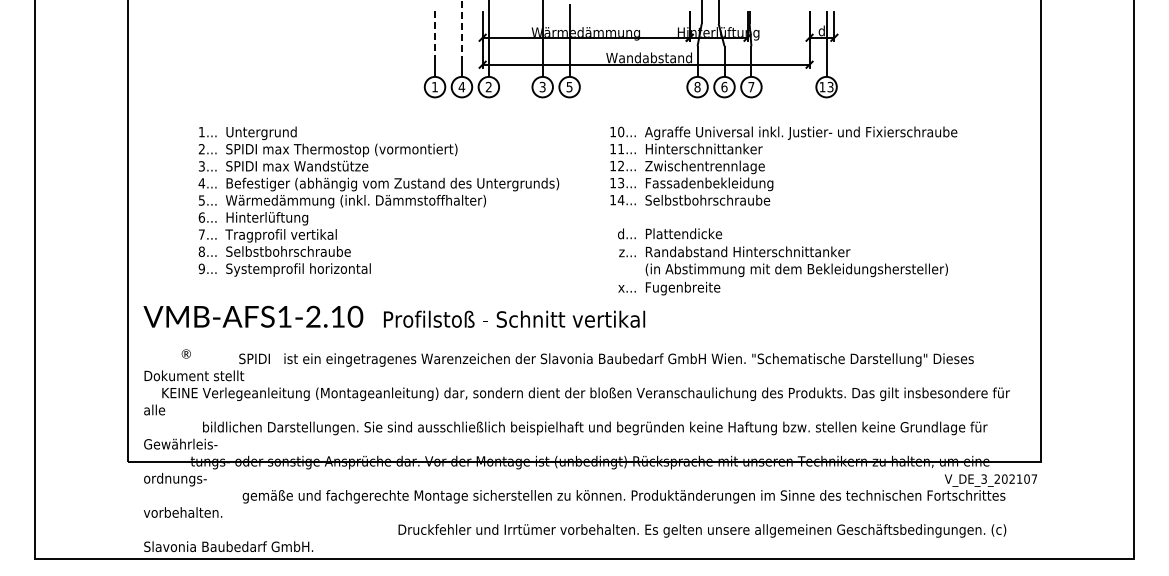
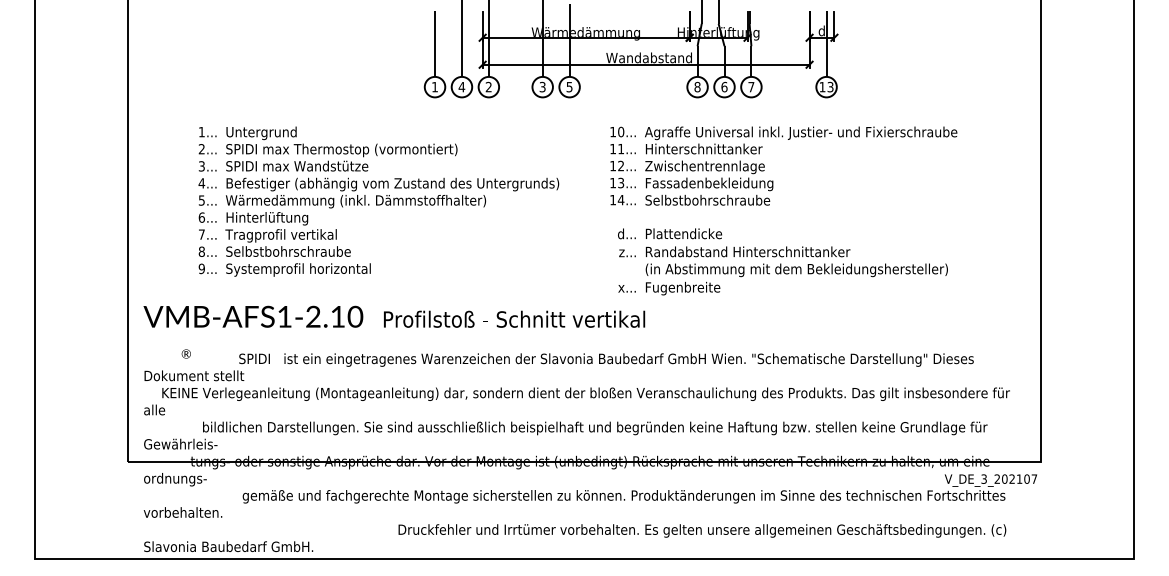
line at (461, 31): dashed -> solid
line at (435, 36): dashed -> solid
